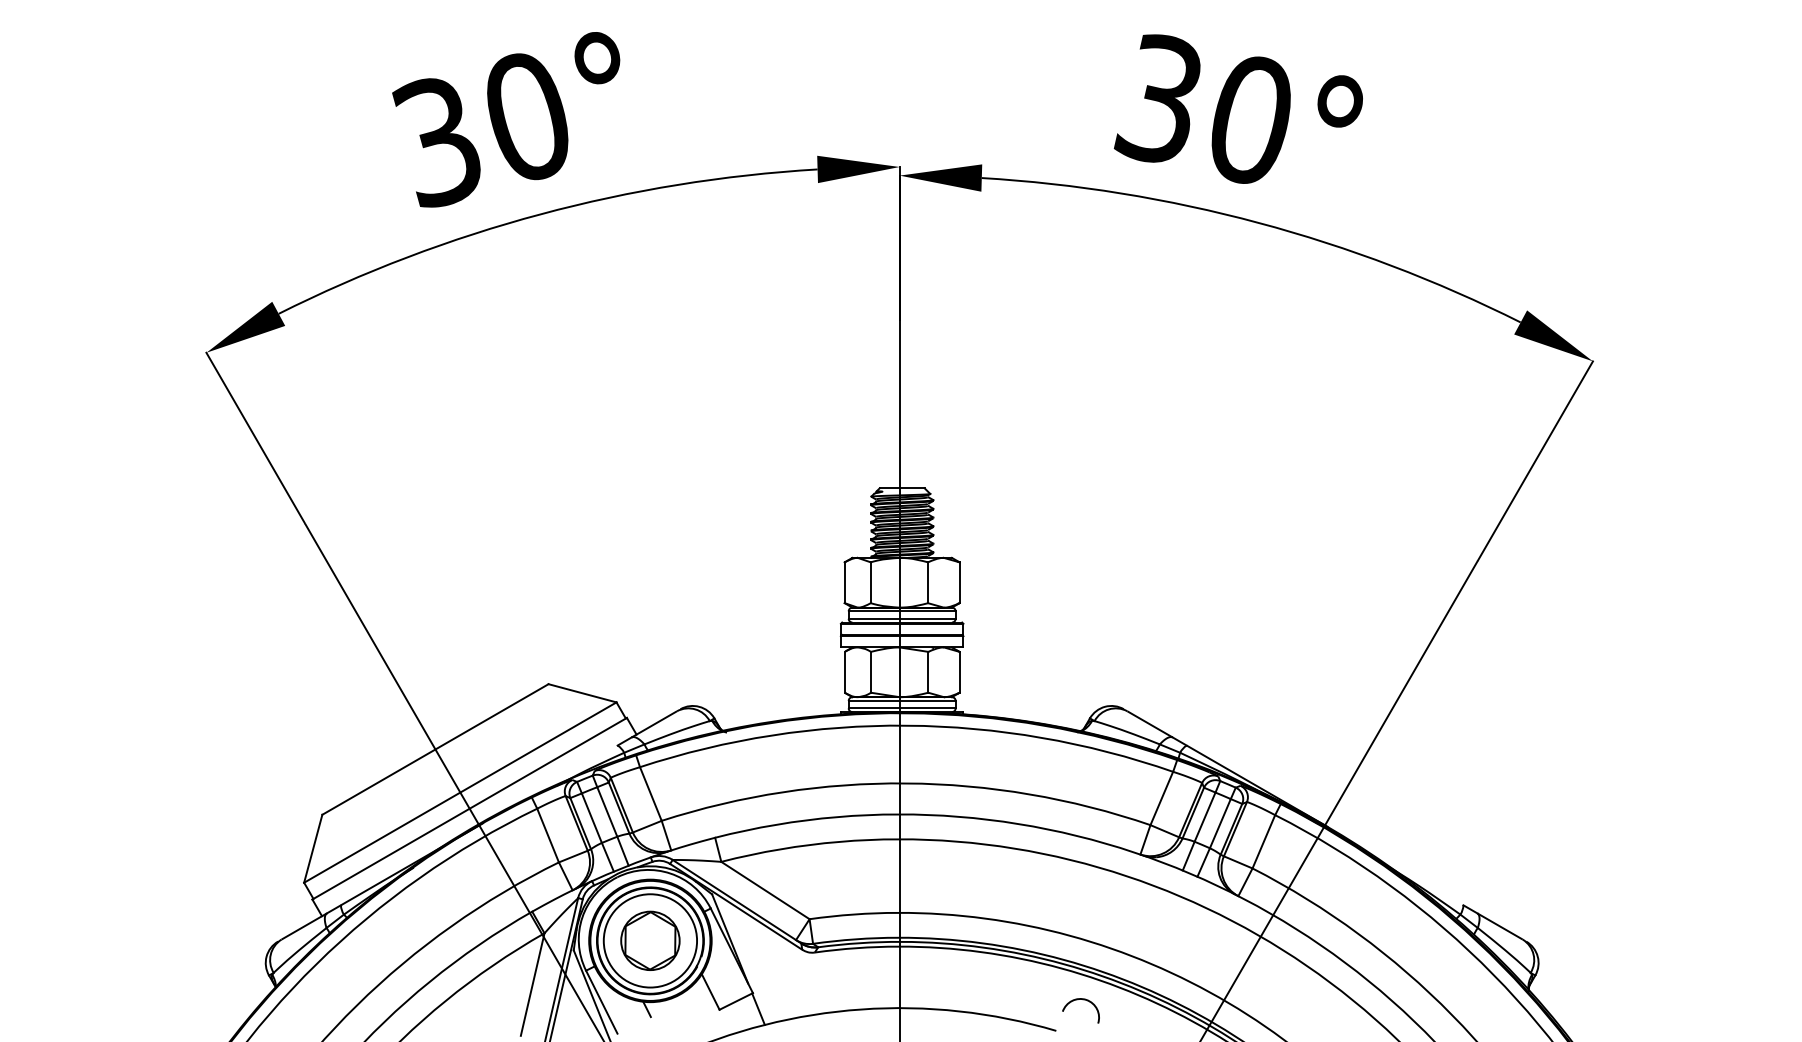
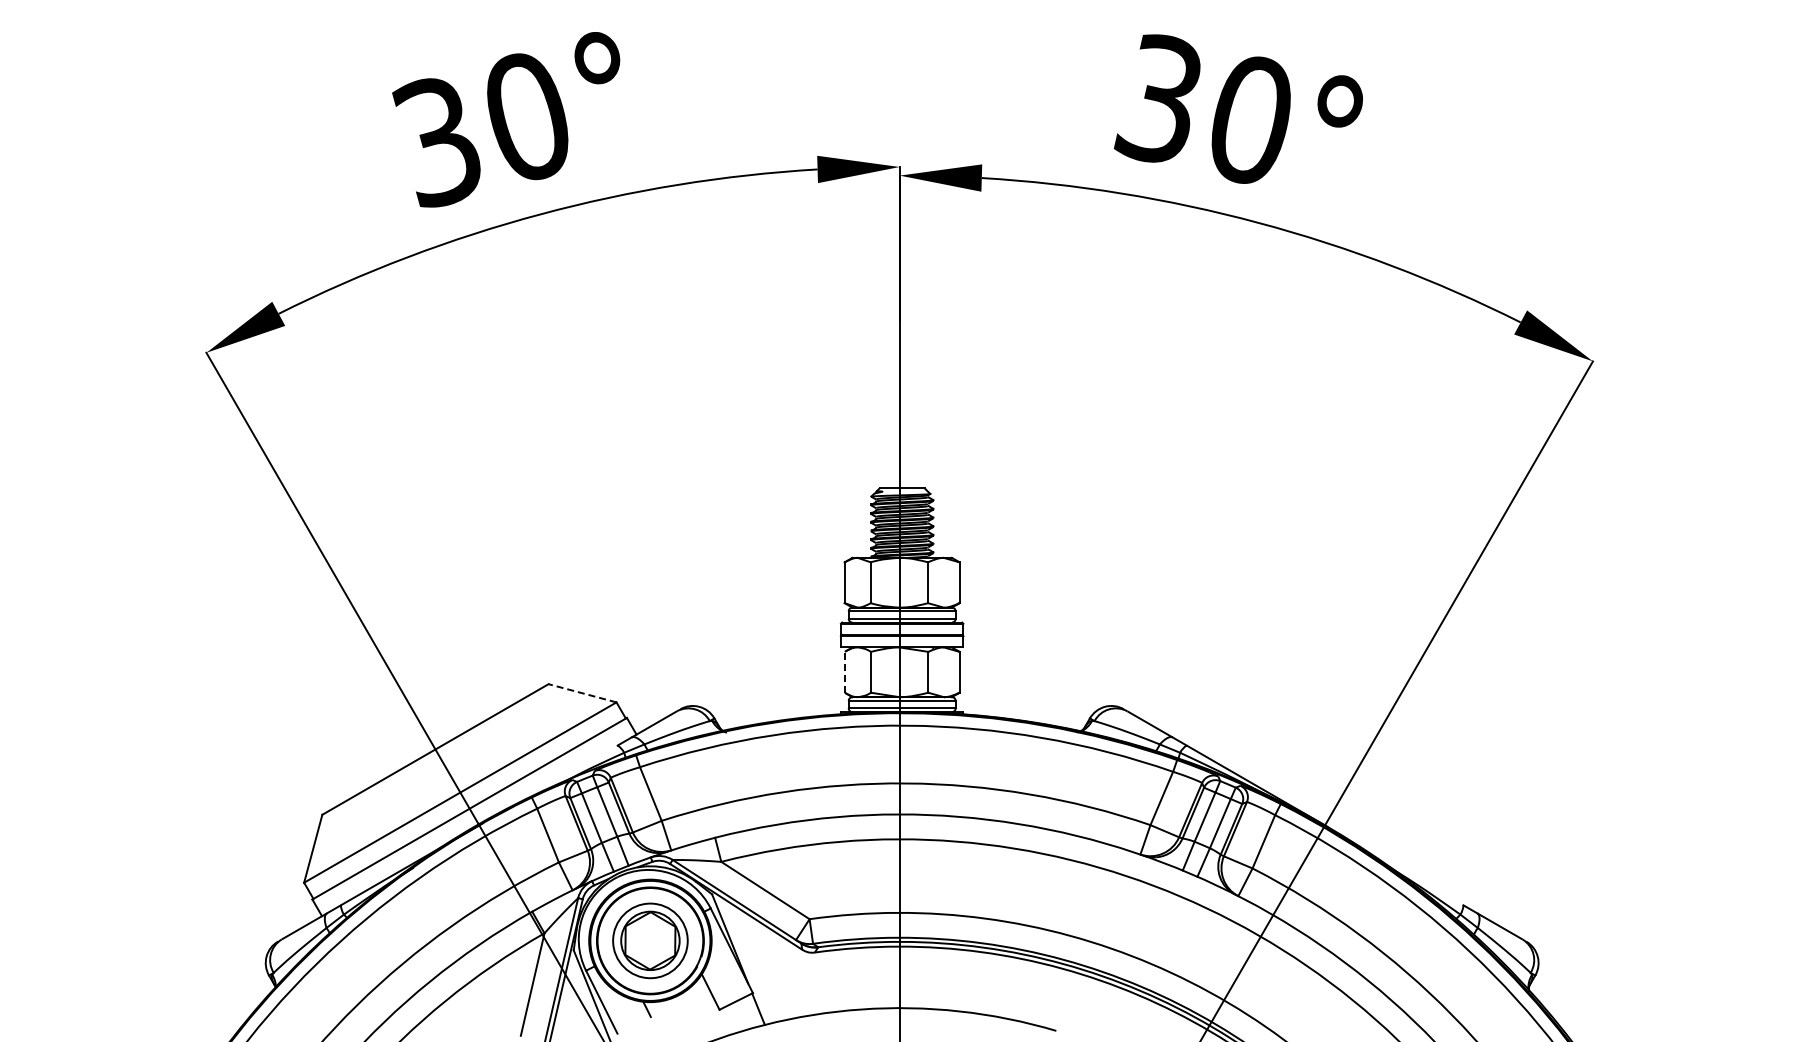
line at (844, 671): solid -> dashed
line at (582, 693): solid -> dashed
circle at (650, 940) diameter: 93 px -> 75 px
curve at (1077, 1000): present -> none
